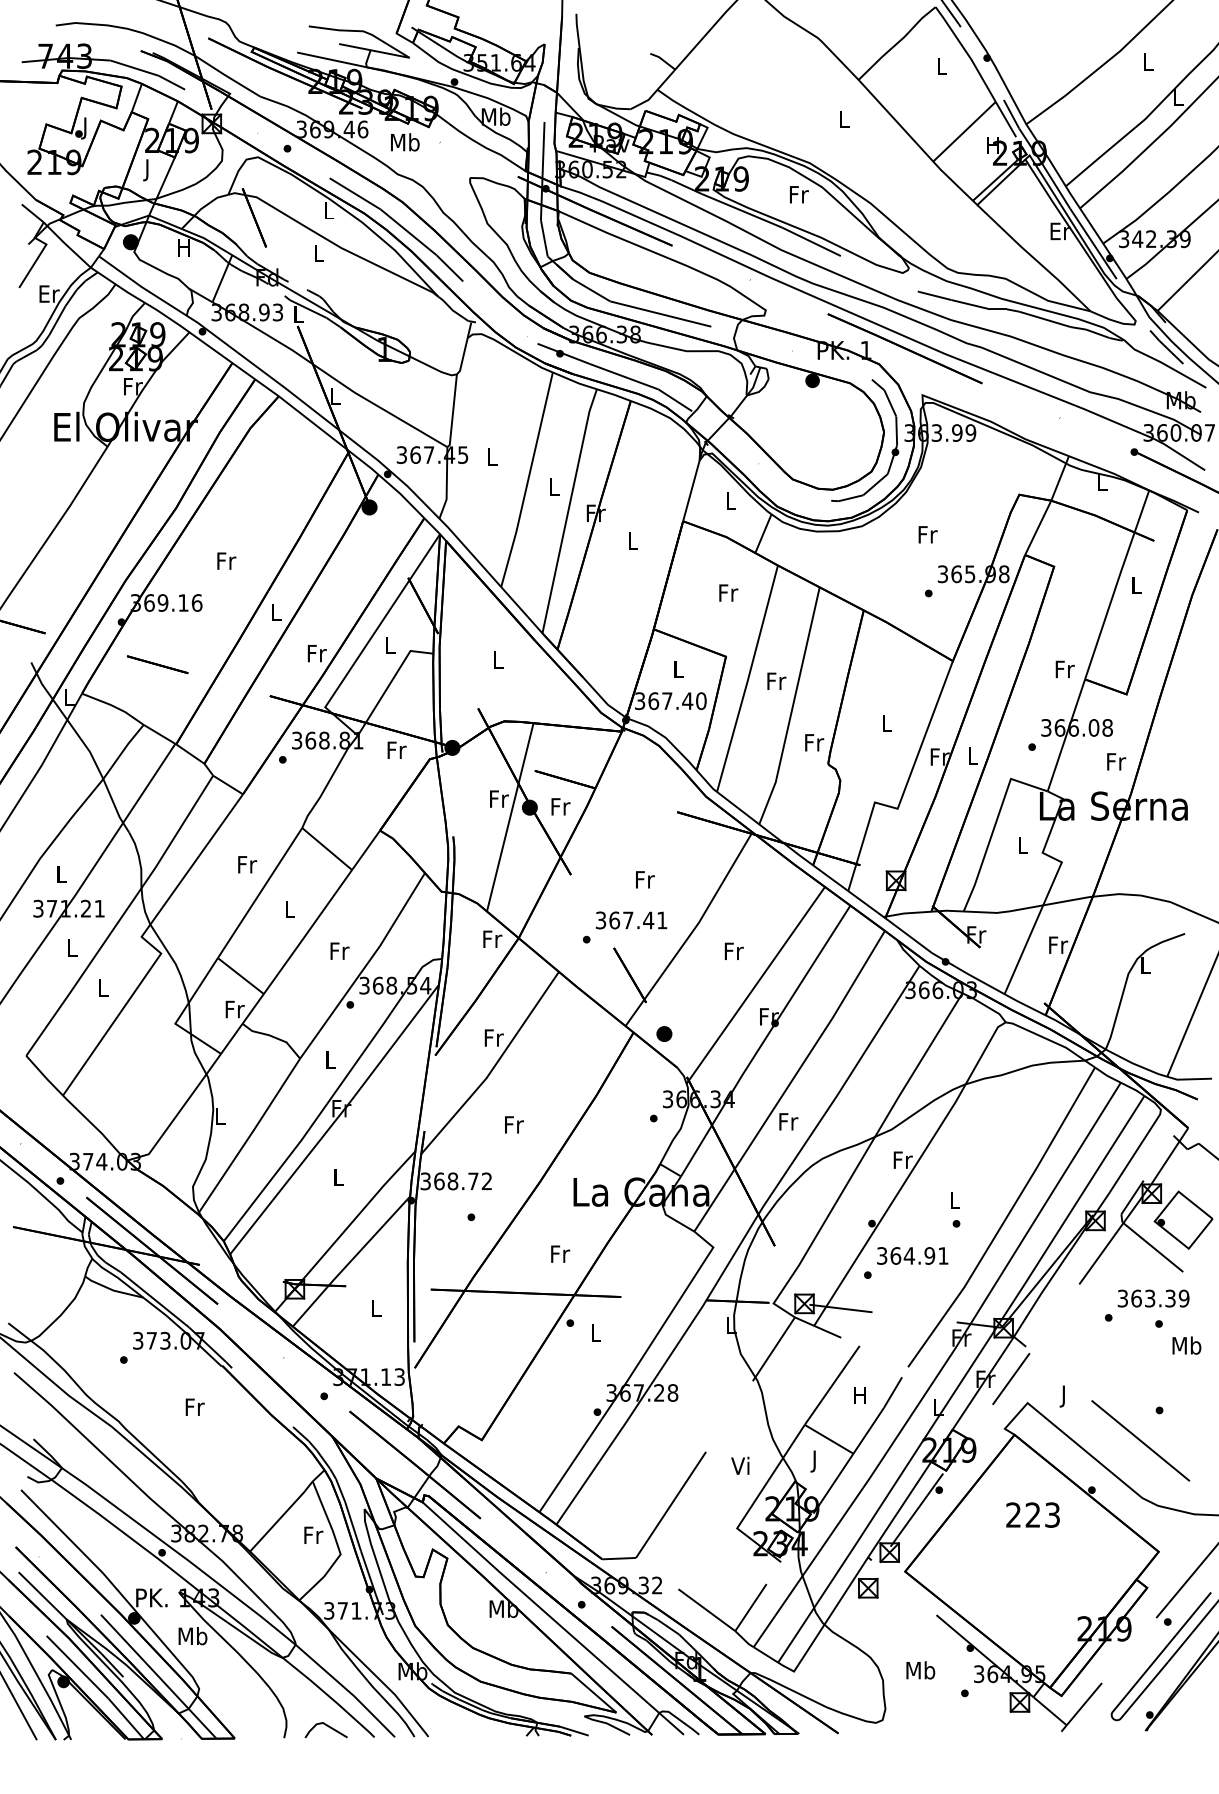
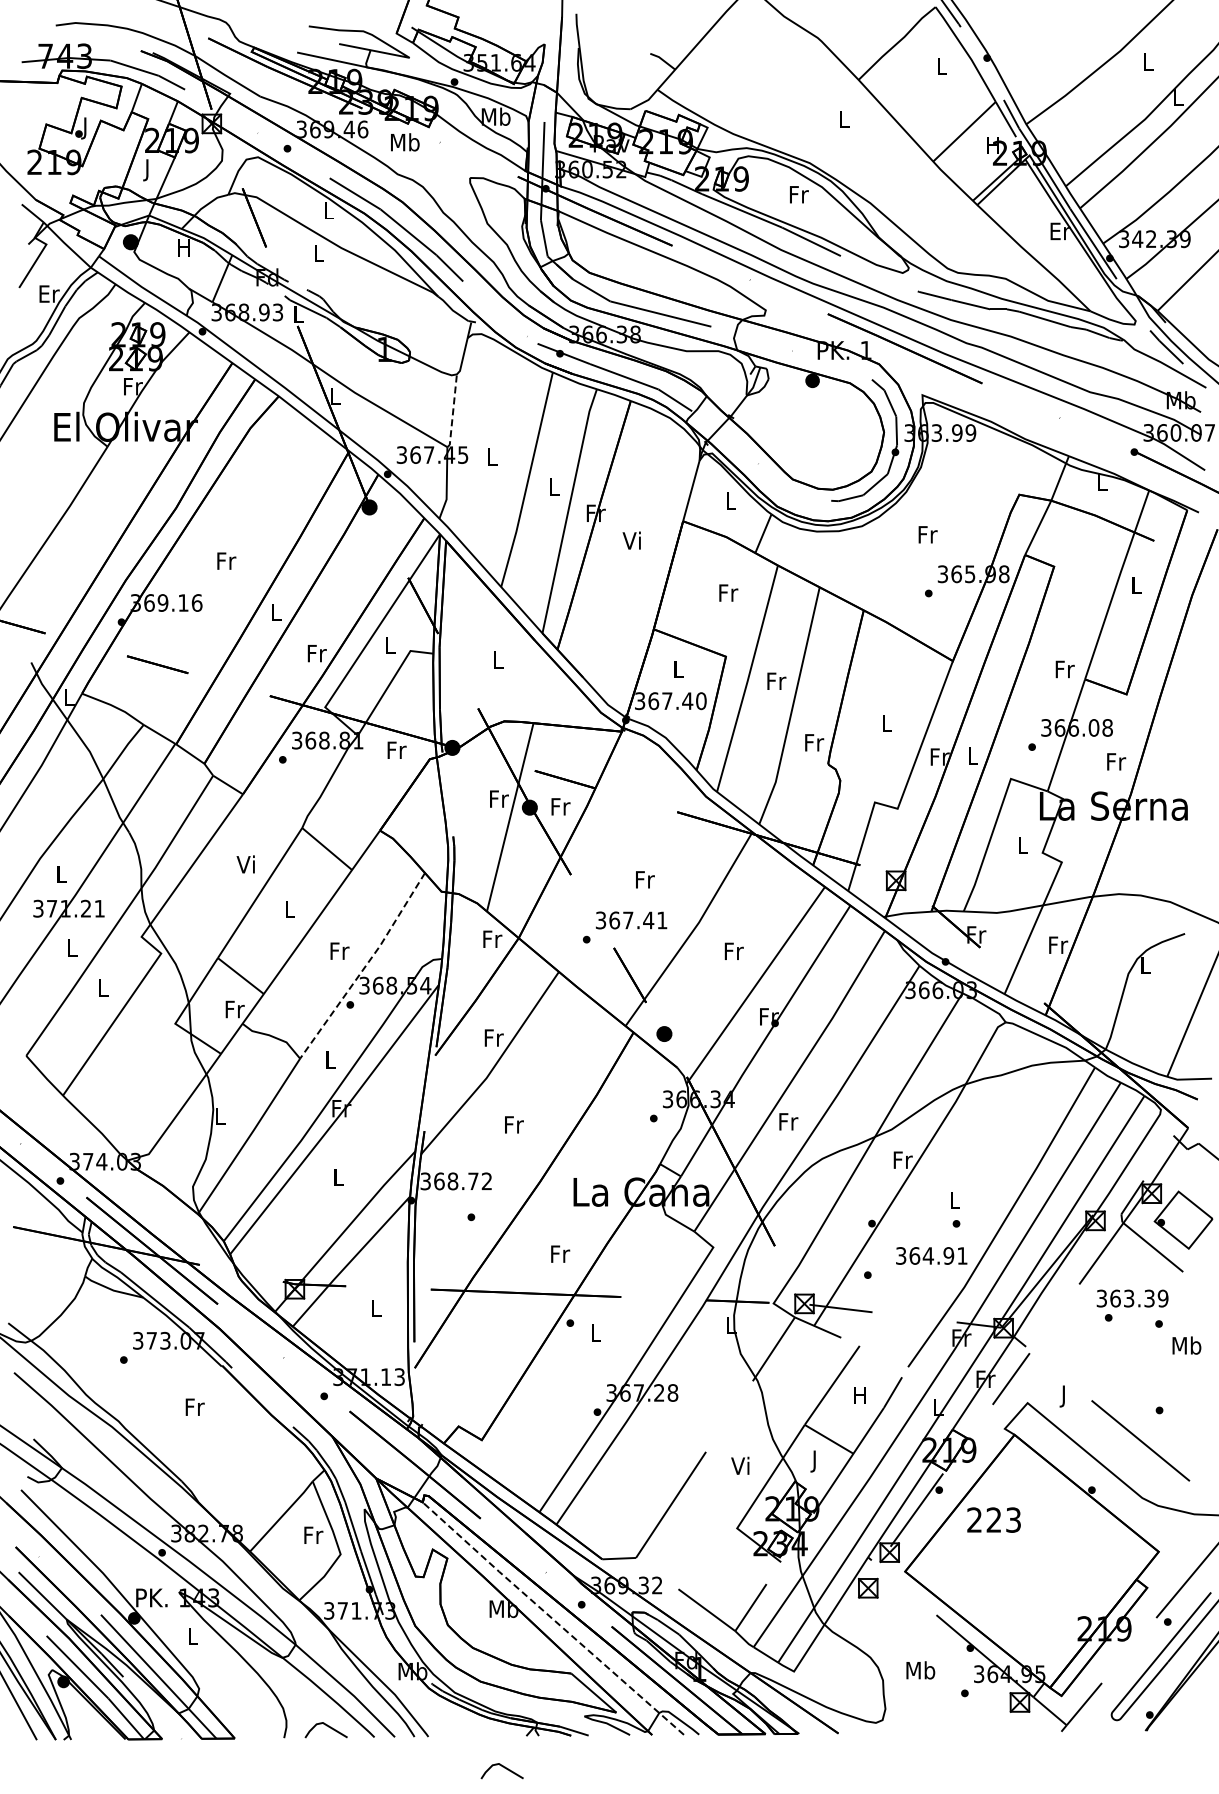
line at (453, 412): solid -> dashed
text at (631, 540): L -> Vi
text at (246, 864): Fr -> Vi
line at (365, 967): solid -> dashed
text at (912, 1255) position: (912, 1255) -> (931, 1255)
text at (1153, 1298) position: (1153, 1298) -> (1132, 1298)
text at (1032, 1514) position: (1032, 1514) -> (993, 1519)
line at (552, 1618): solid -> dashed
text at (192, 1636): Mb -> L
line at (502, 1767): none -> present
